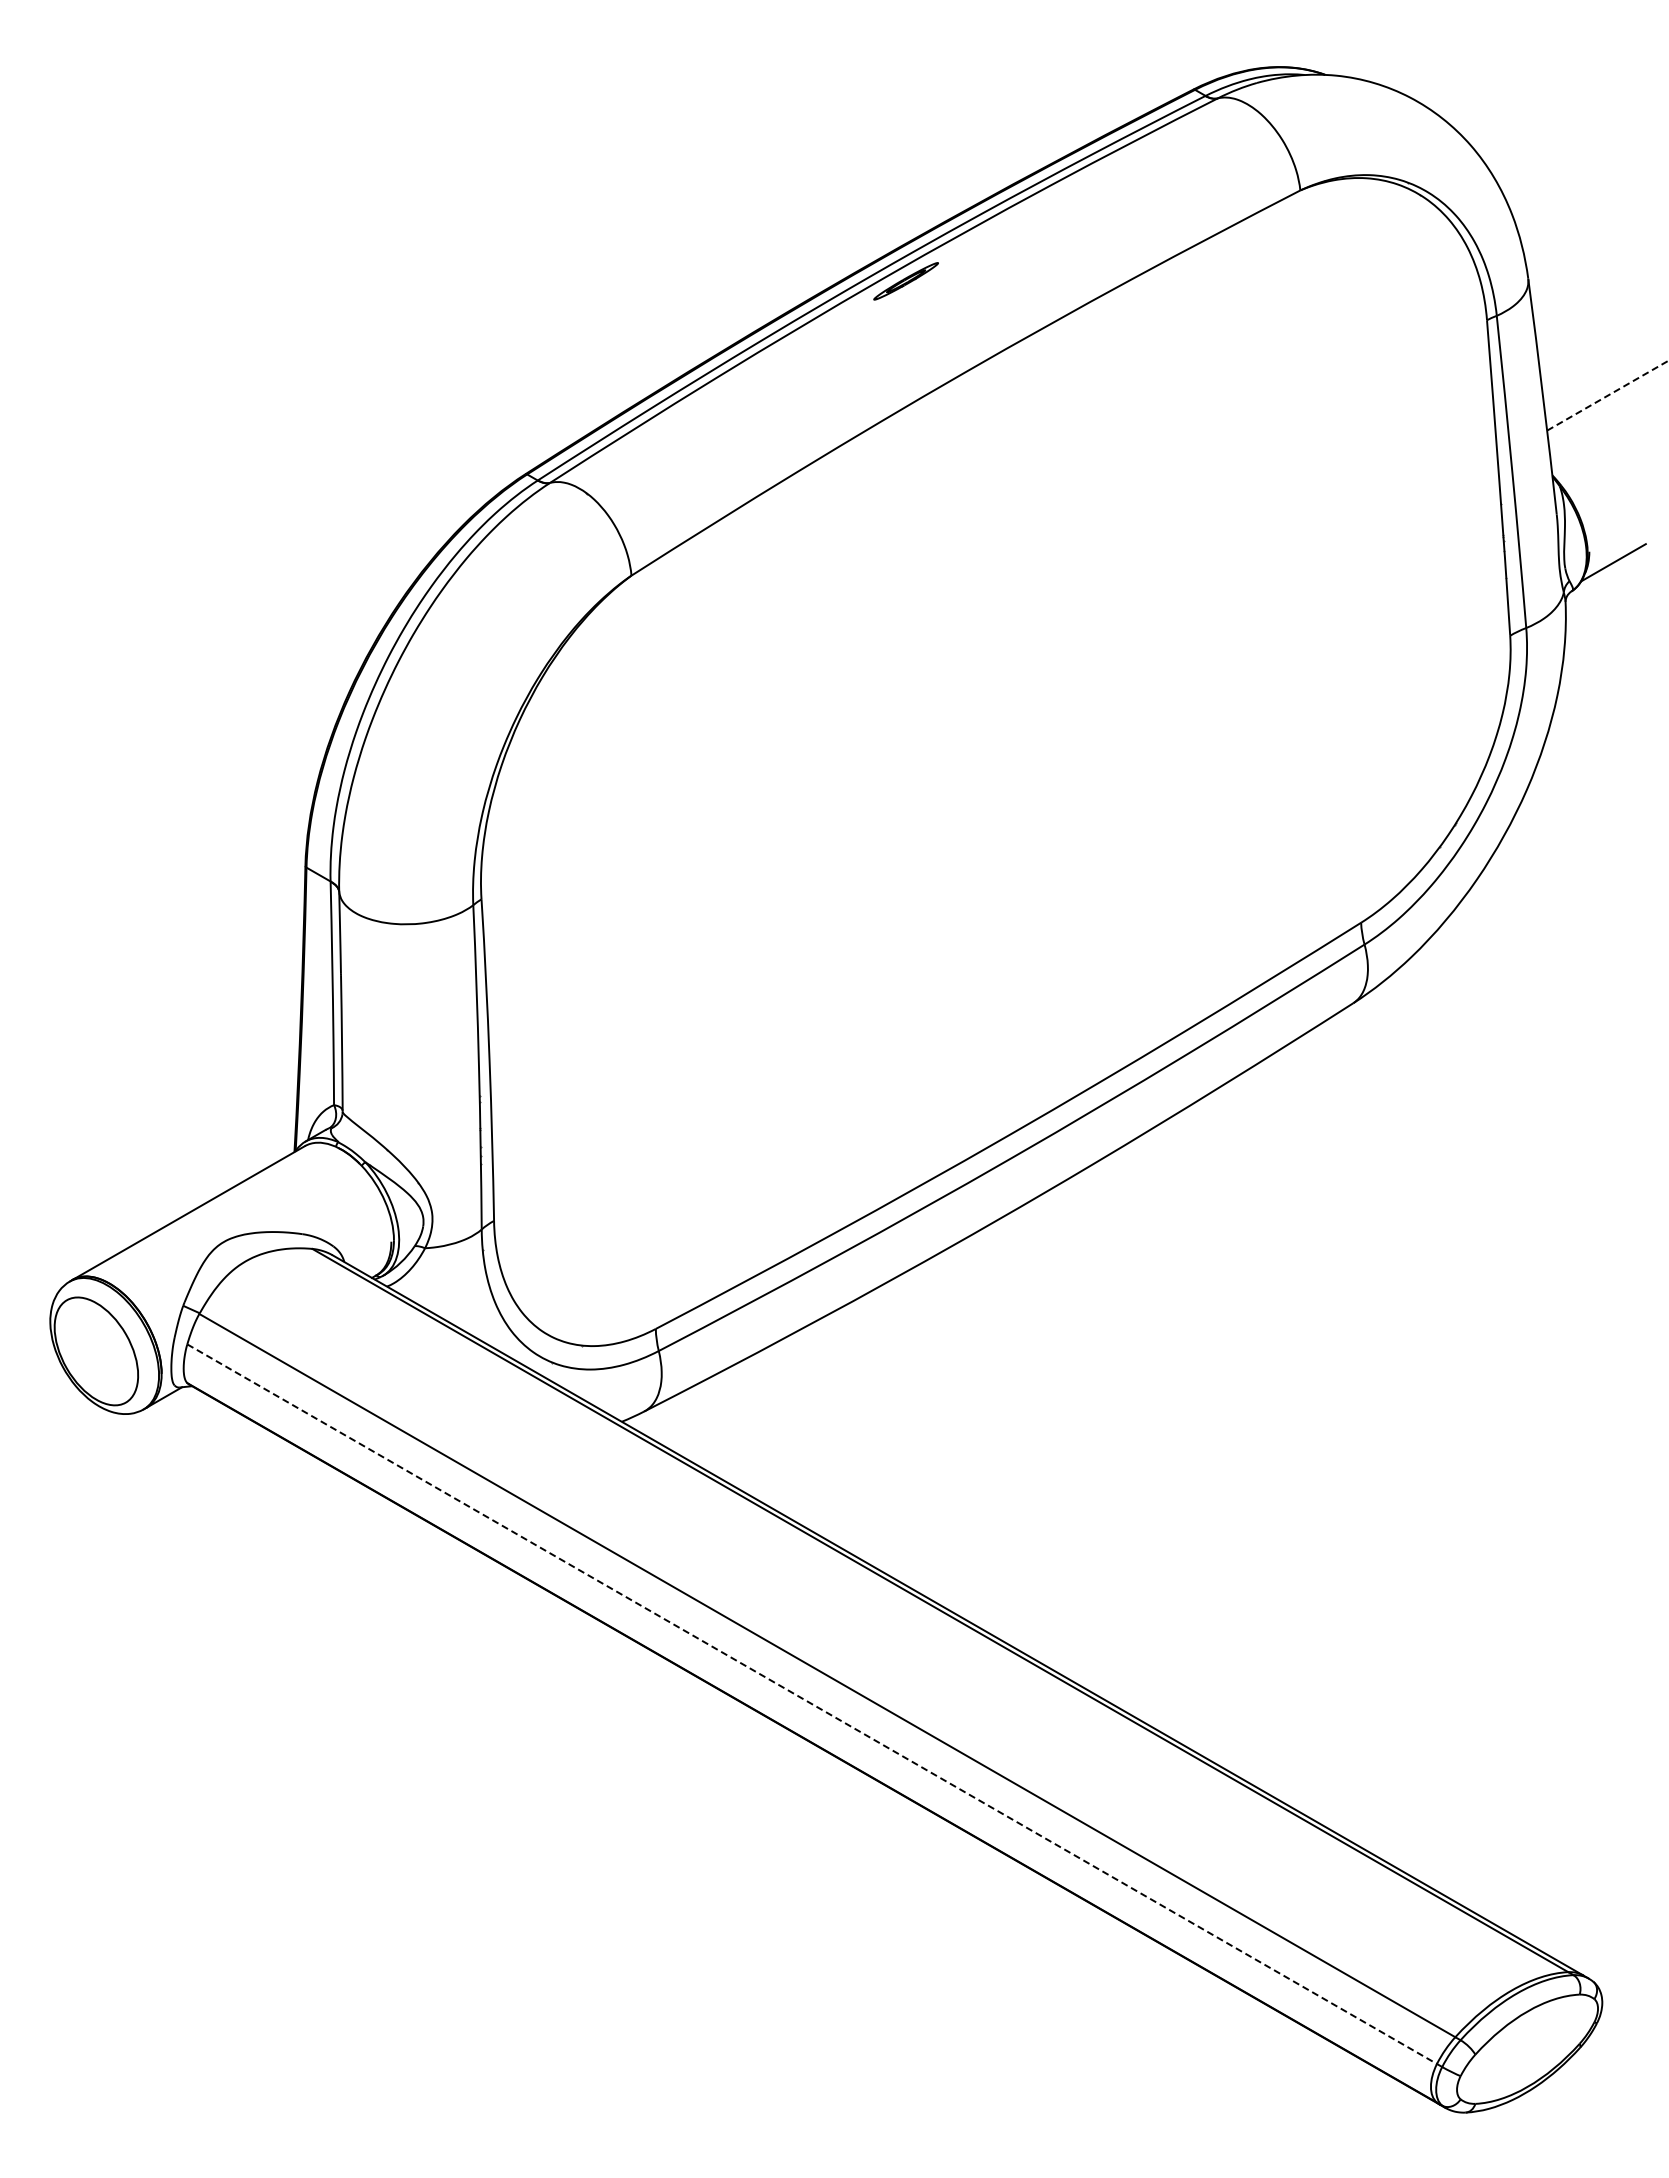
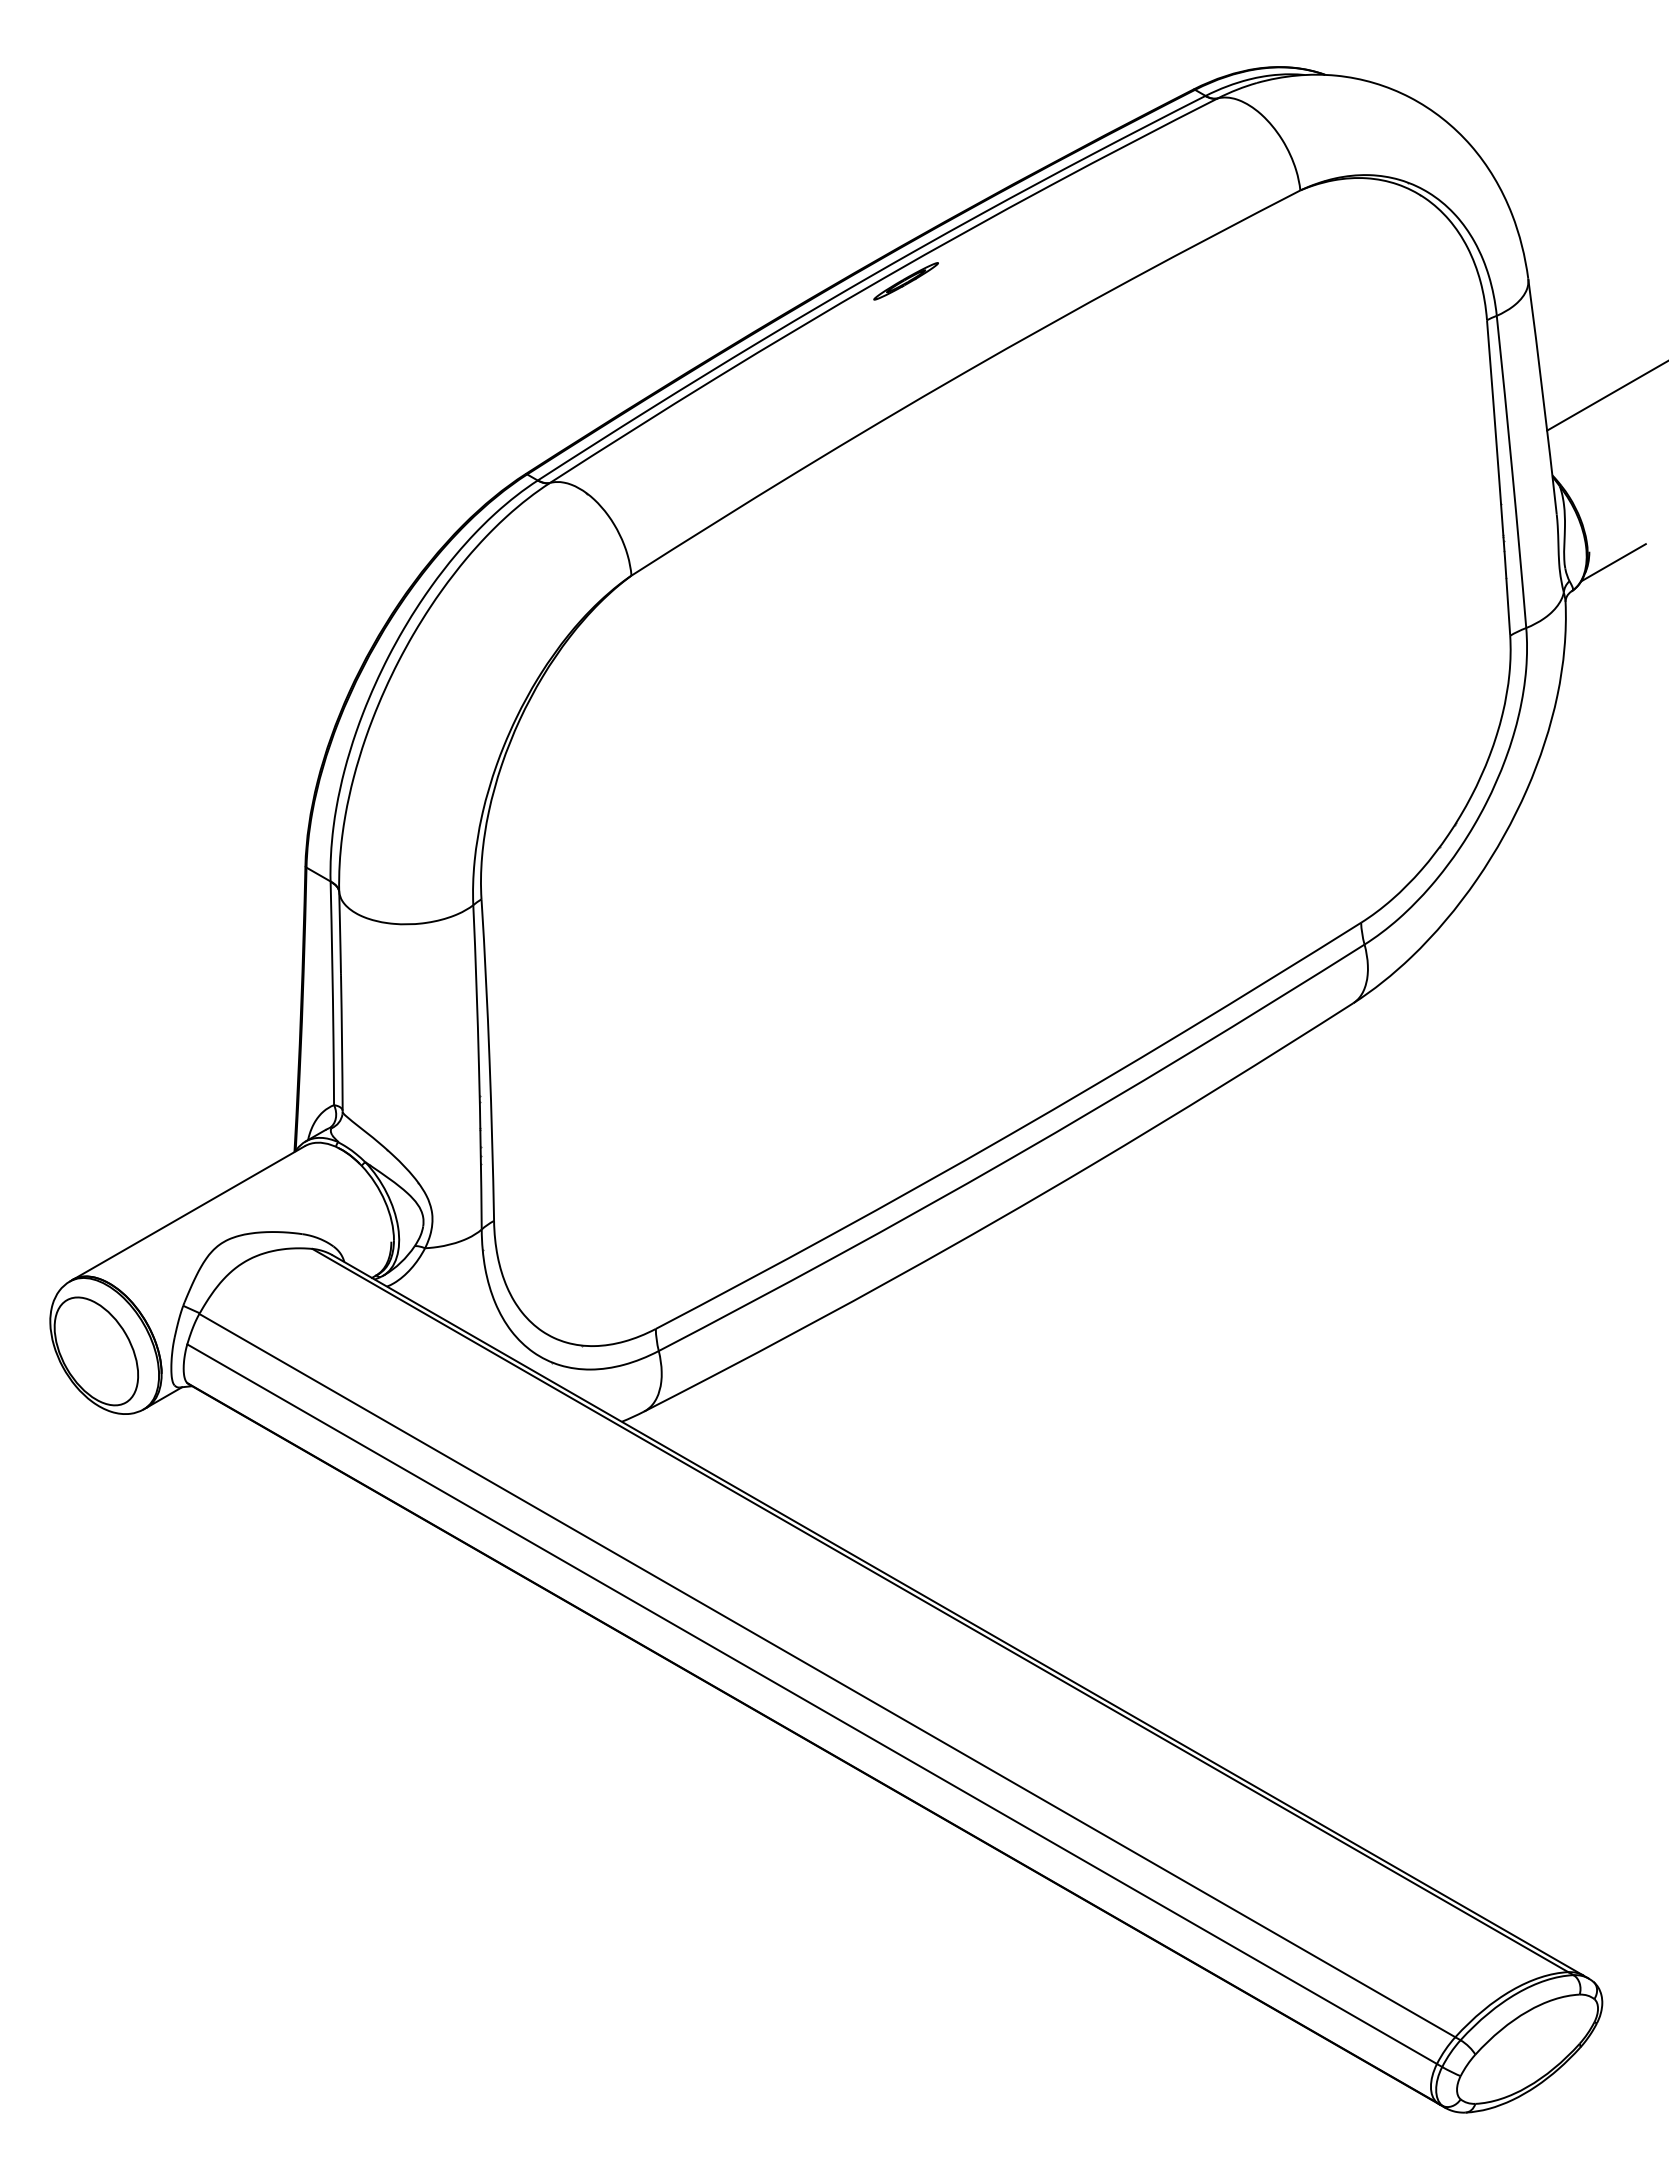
line at (1607, 395): dashed -> solid
line at (812, 1704): dashed -> solid
